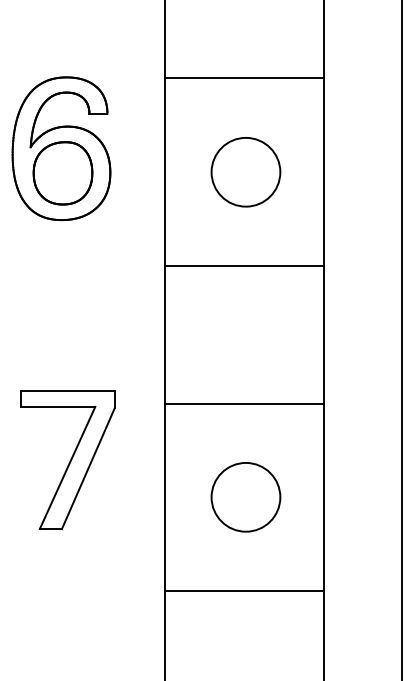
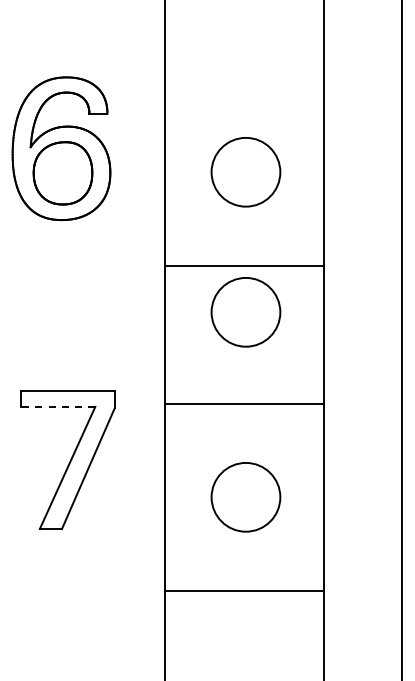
line at (244, 78): present -> none
circle at (245, 312): none -> present
line at (57, 406): solid -> dashed
